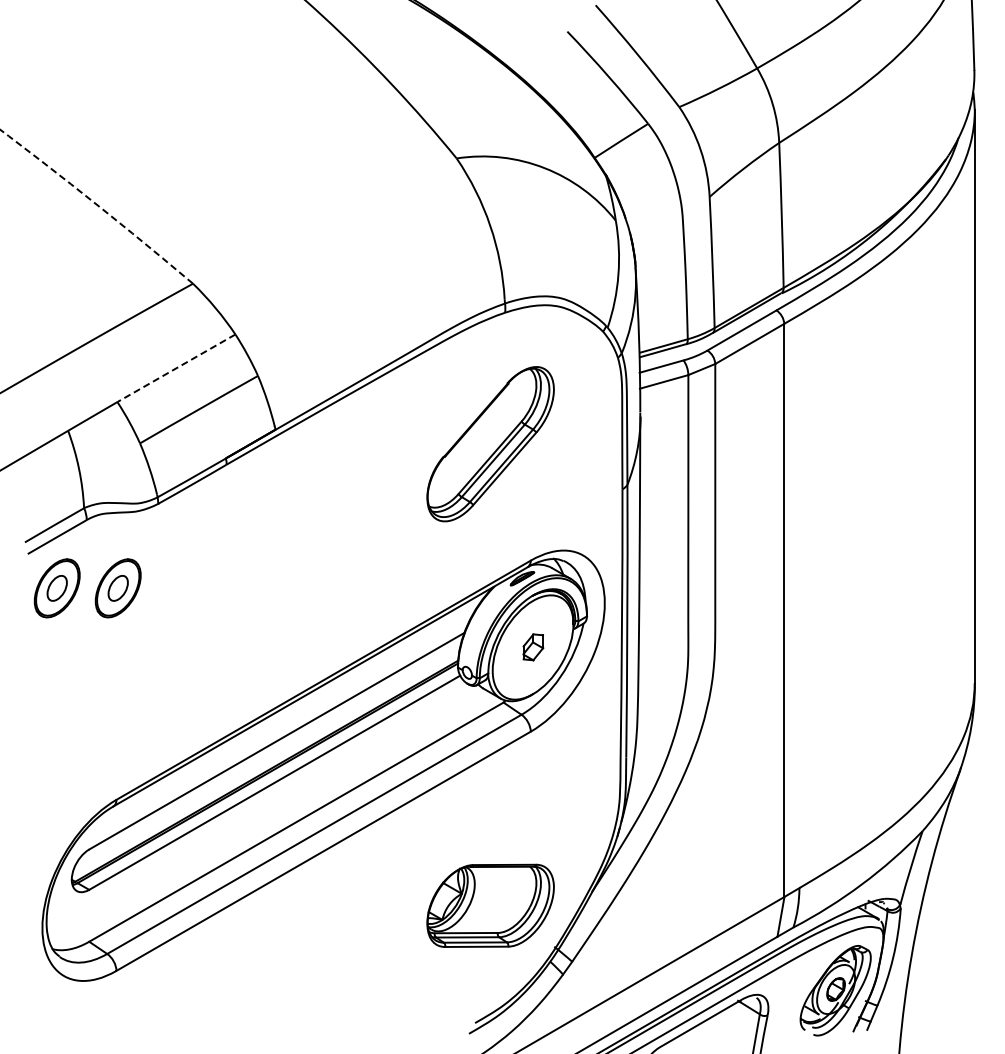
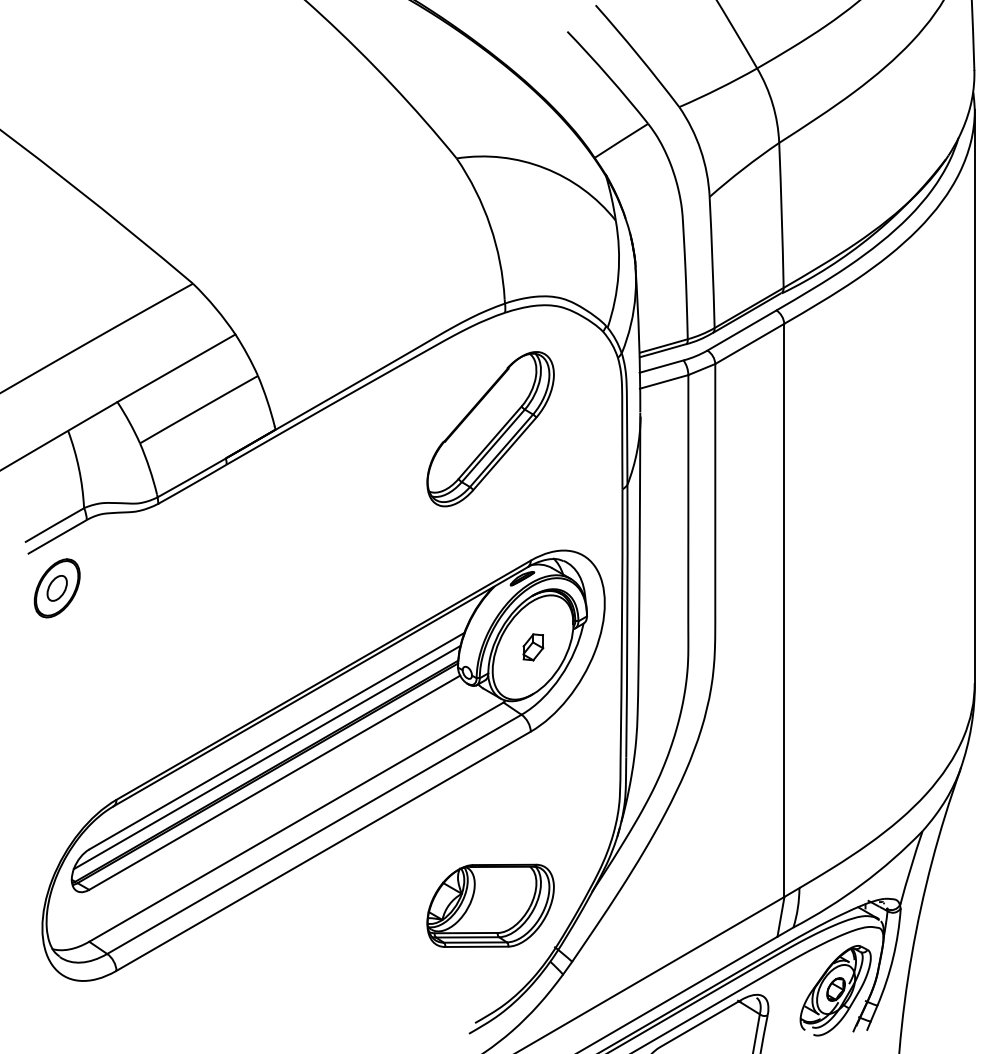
arc at (97, 205): dashed -> solid
line at (176, 368): dashed -> solid
part at (490, 444) position: (490, 444) -> (490, 429)
part at (117, 588): present -> none
line at (266, 757): none -> present
